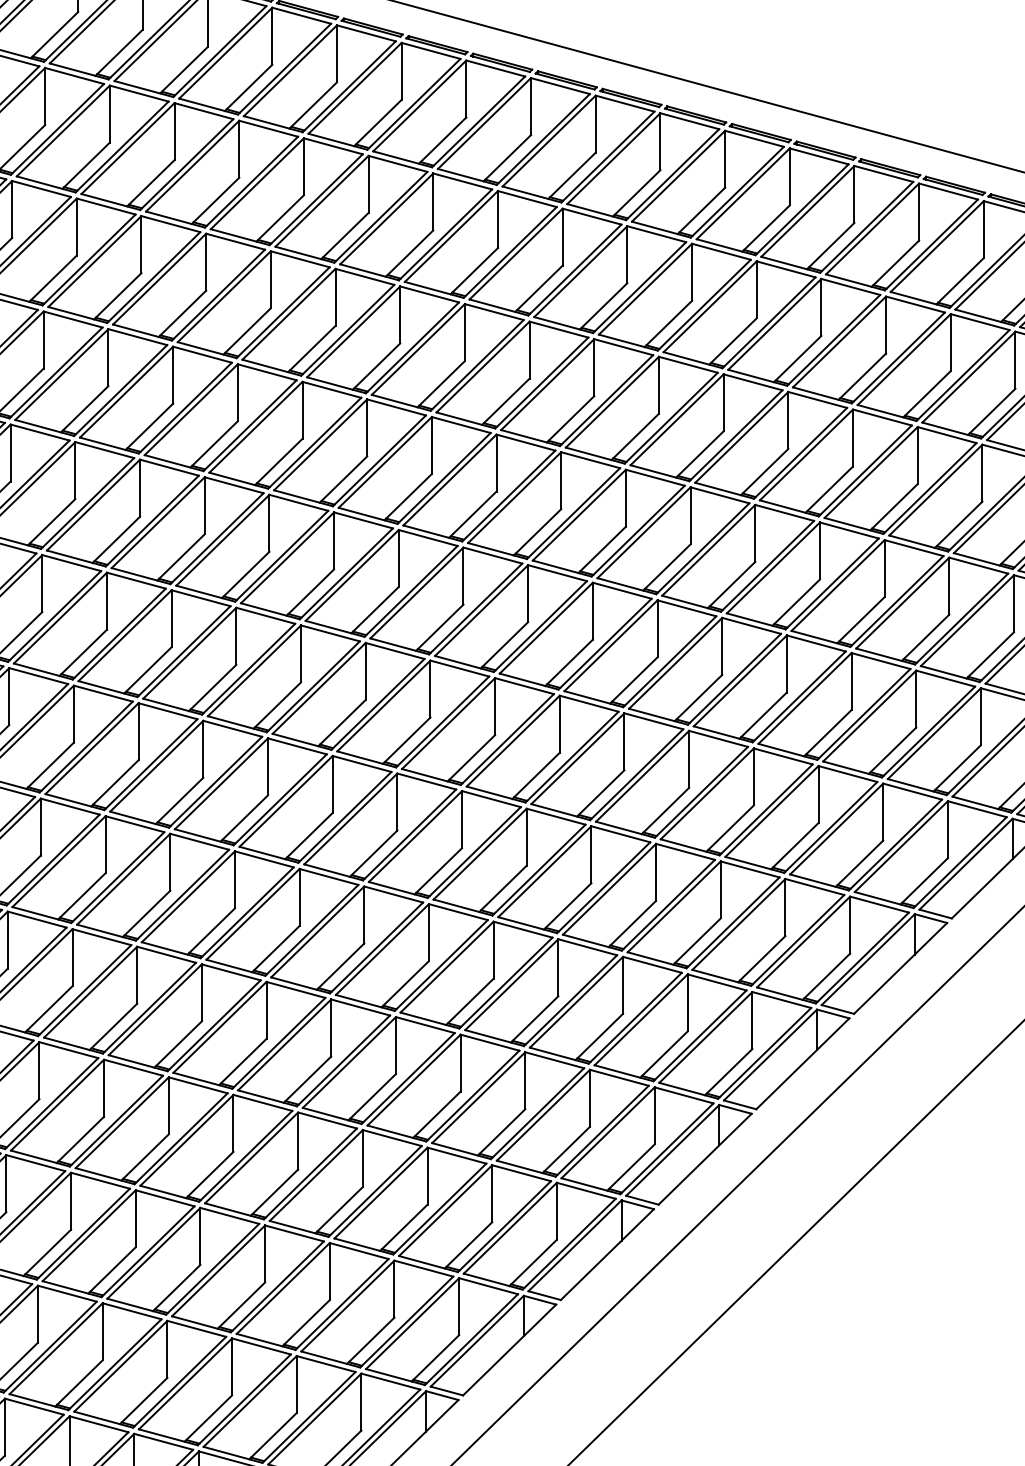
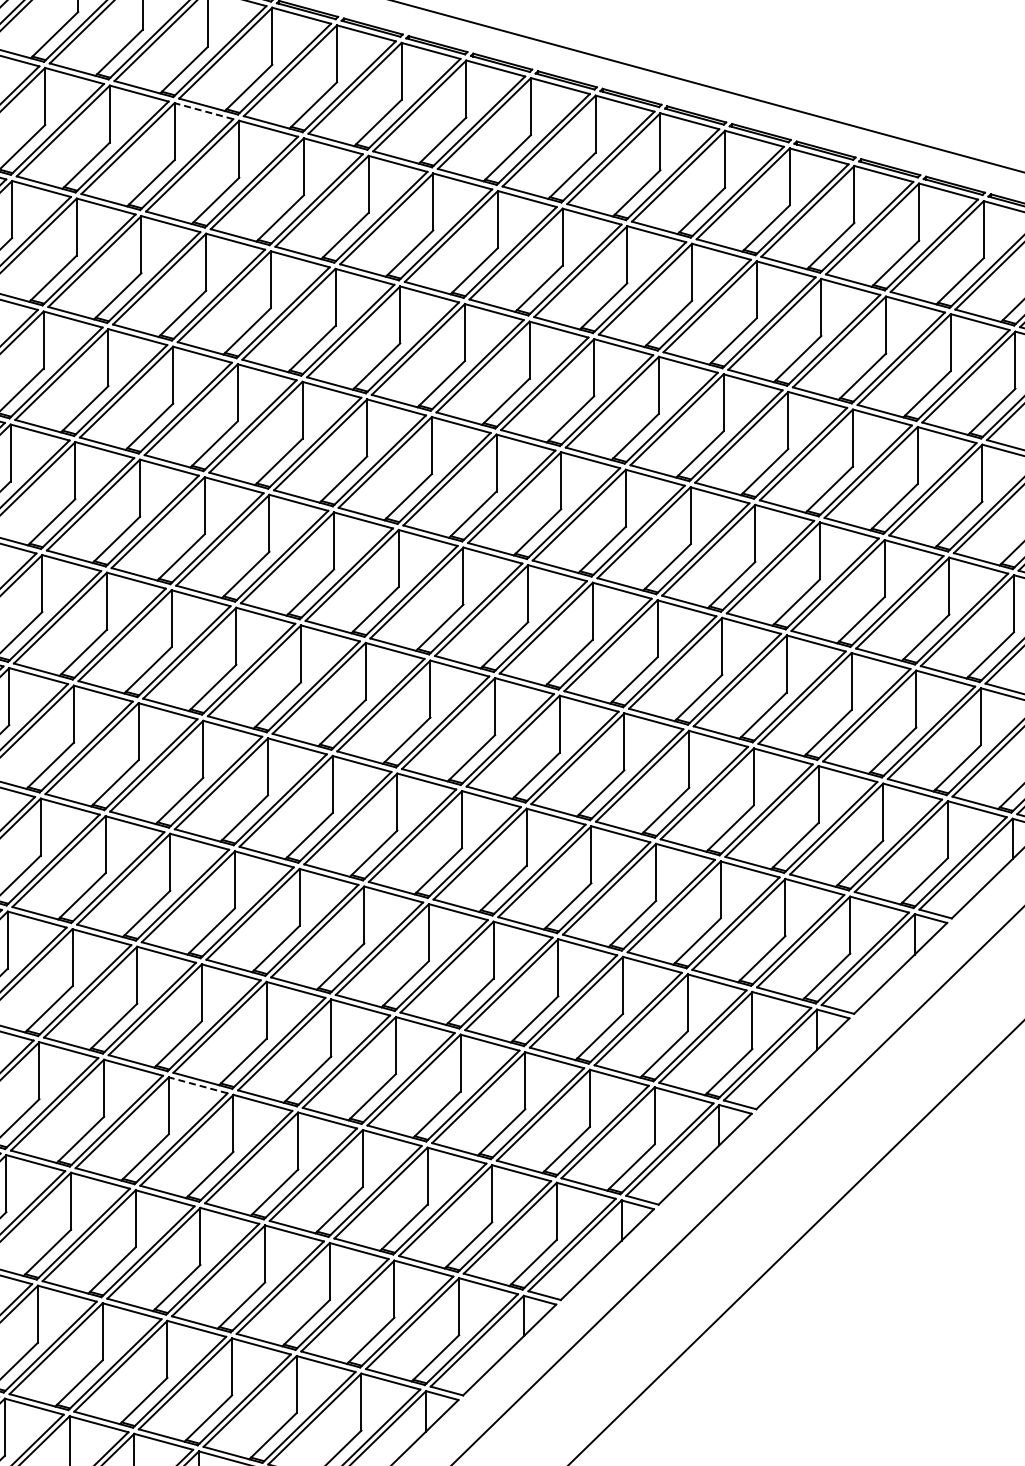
line at (203, 111): solid -> dashed
line at (197, 1085): solid -> dashed
